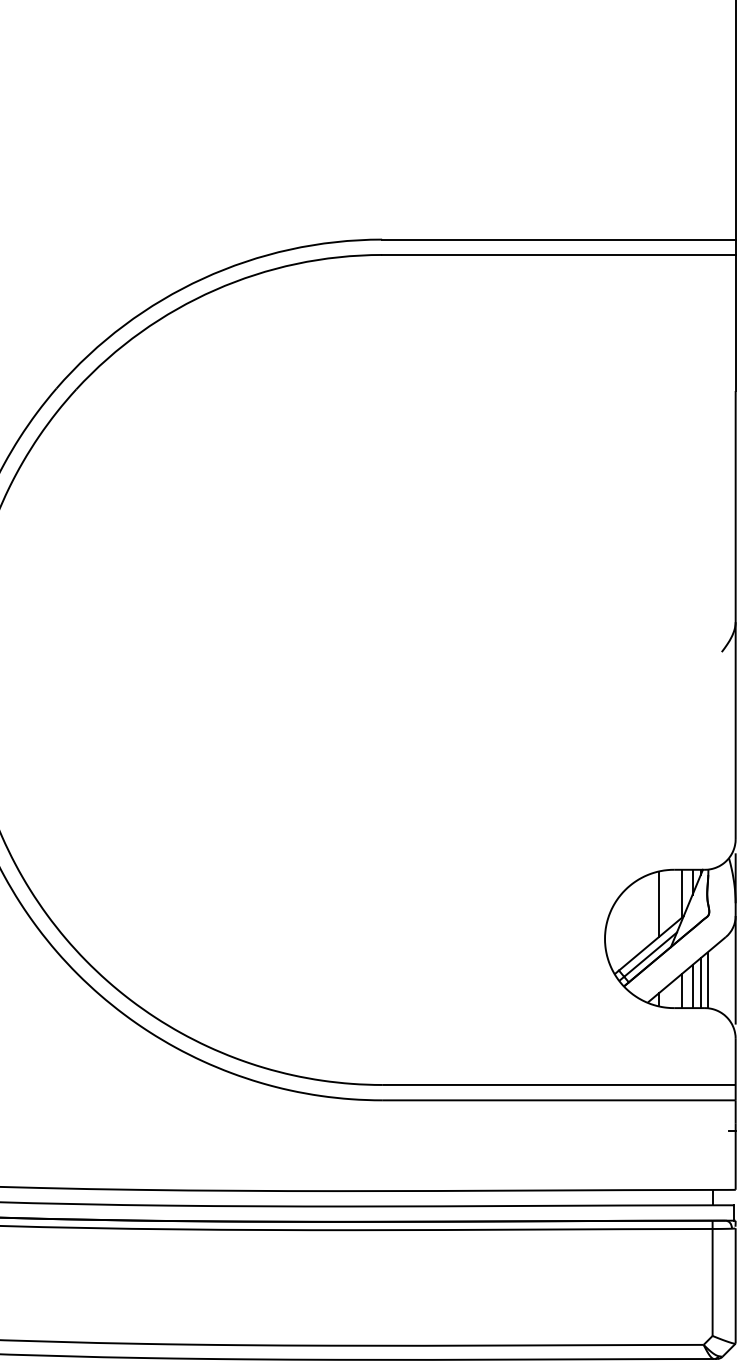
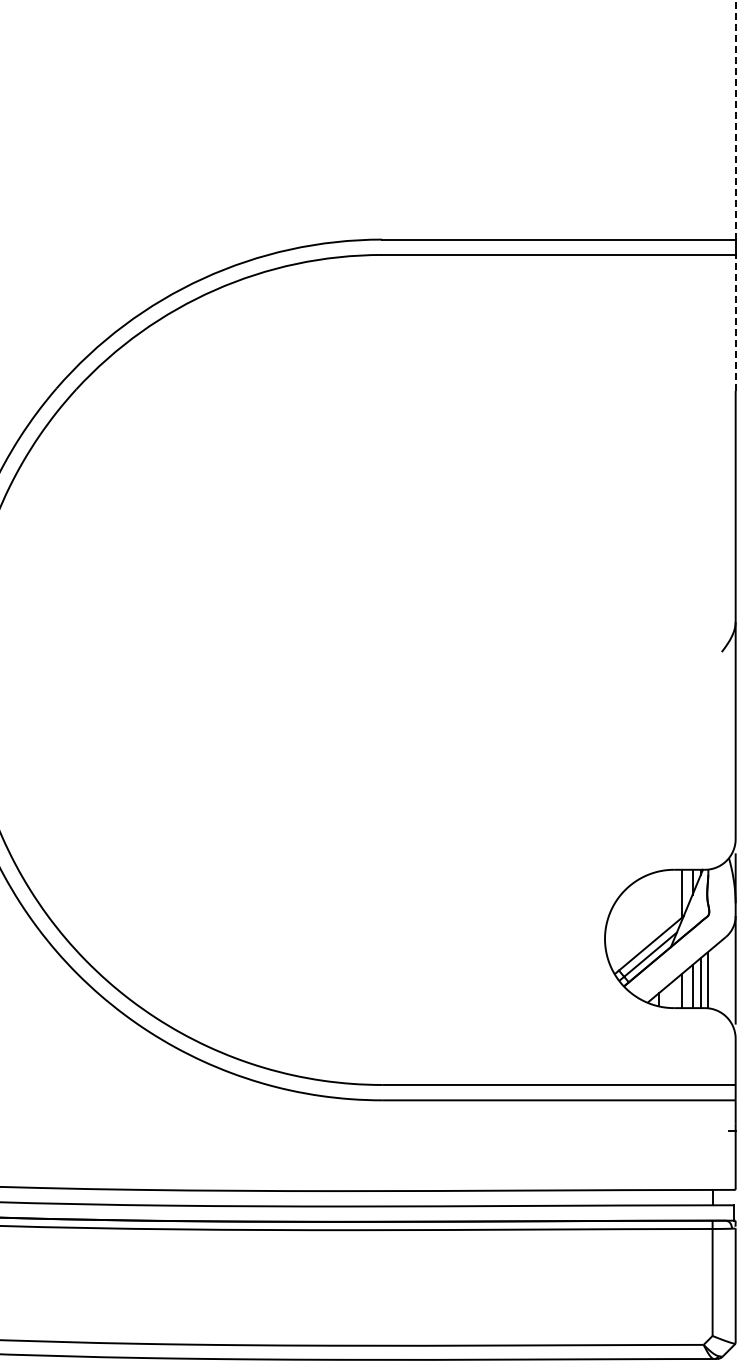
line at (735, 119): solid -> dashed
line at (735, 322): solid -> dashed
line at (658, 904): present -> none
